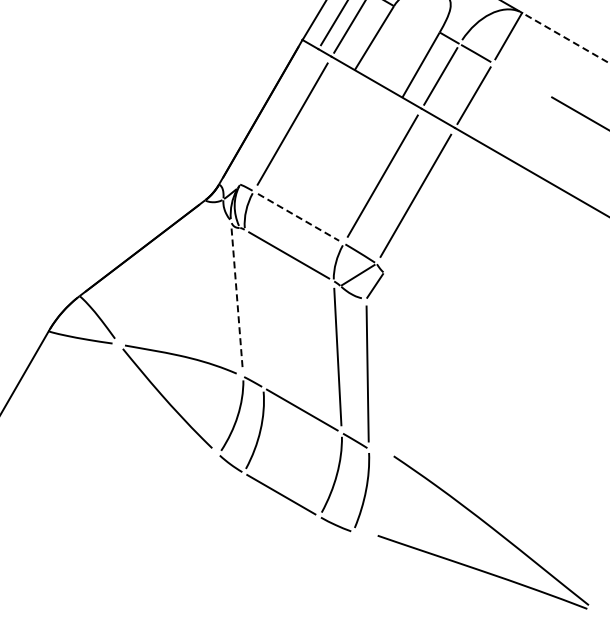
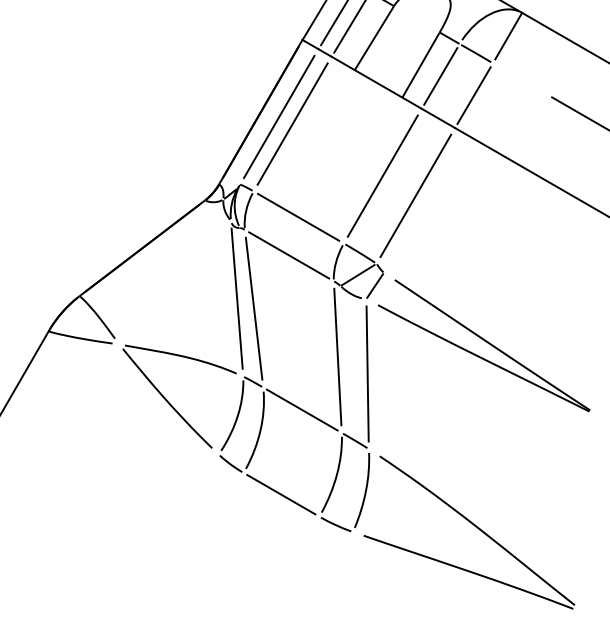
line at (565, 37): dashed -> solid
line at (278, 116): none -> present
line at (298, 217): dashed -> solid
line at (237, 299): dashed -> solid
line at (253, 308): none -> present
part at (483, 345): none -> present
part at (488, 526) position: (488, 526) -> (474, 526)
